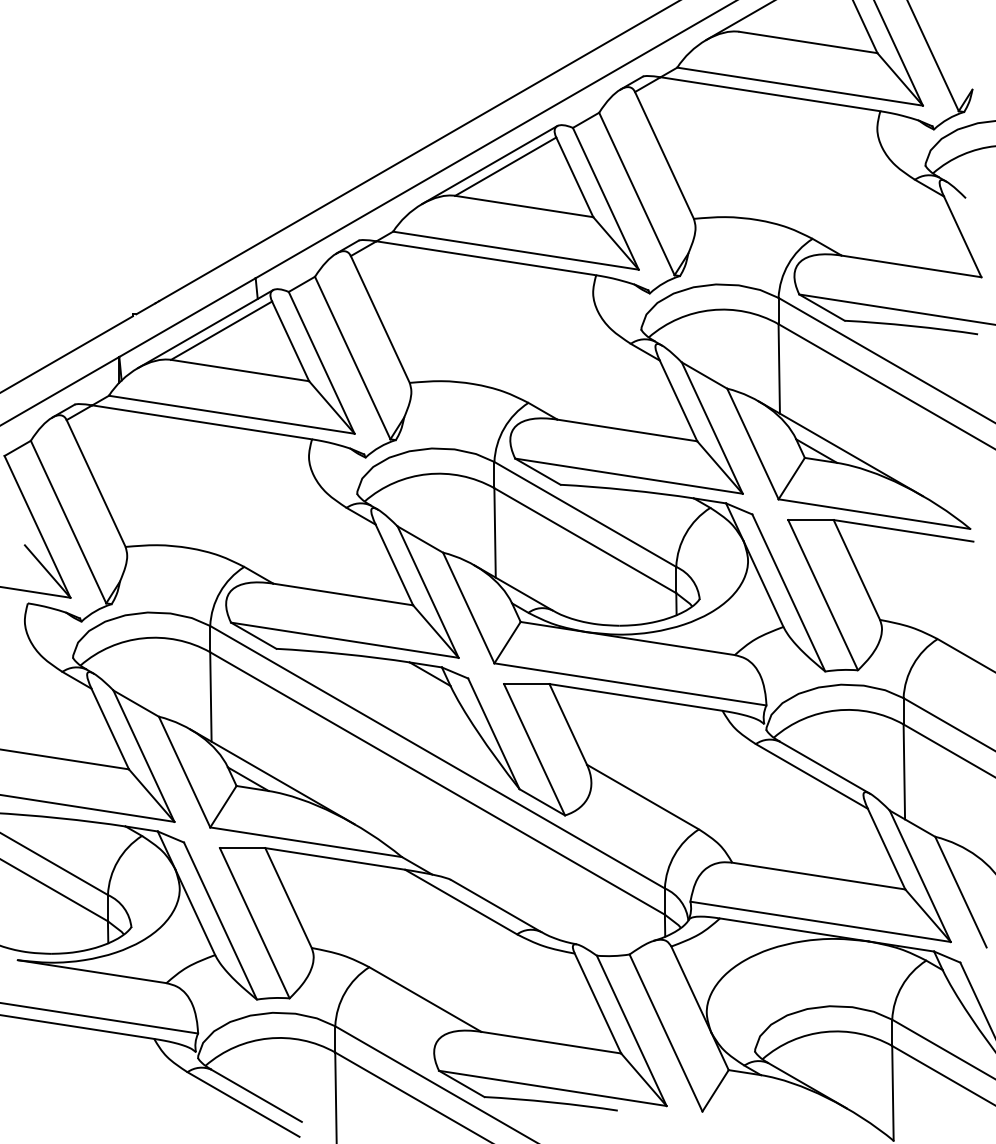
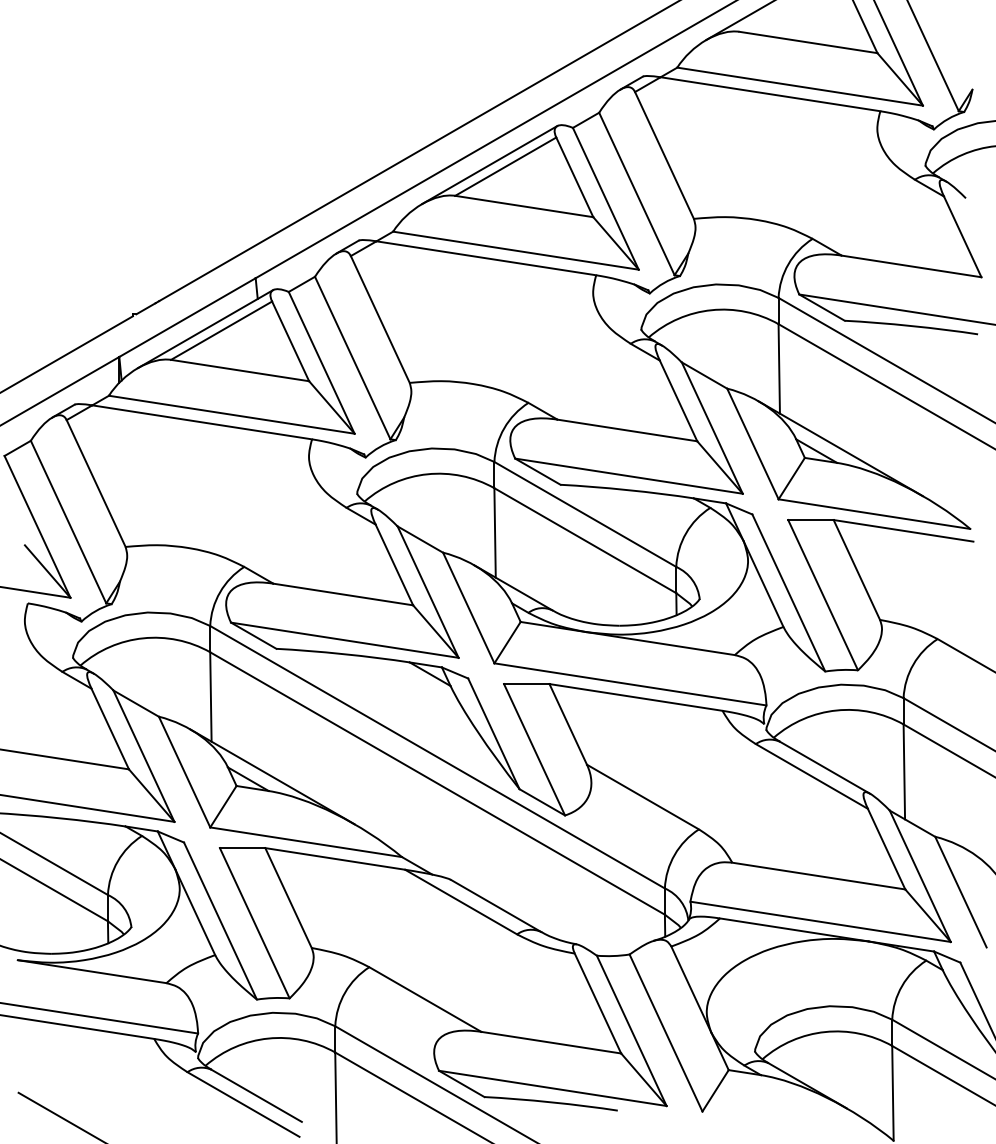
line at (60, 1116): none -> present
